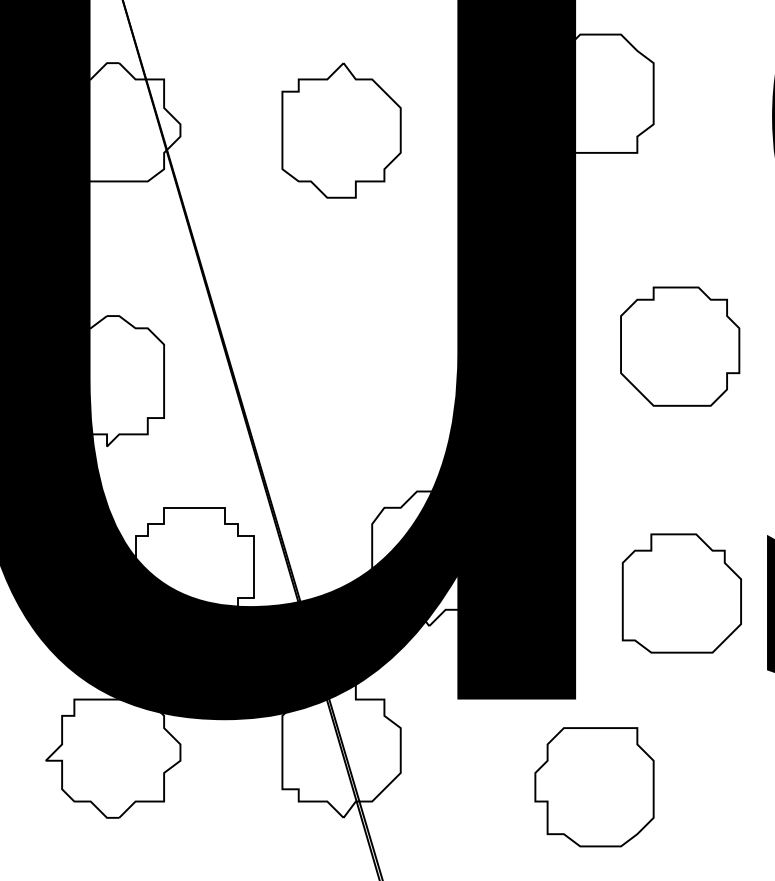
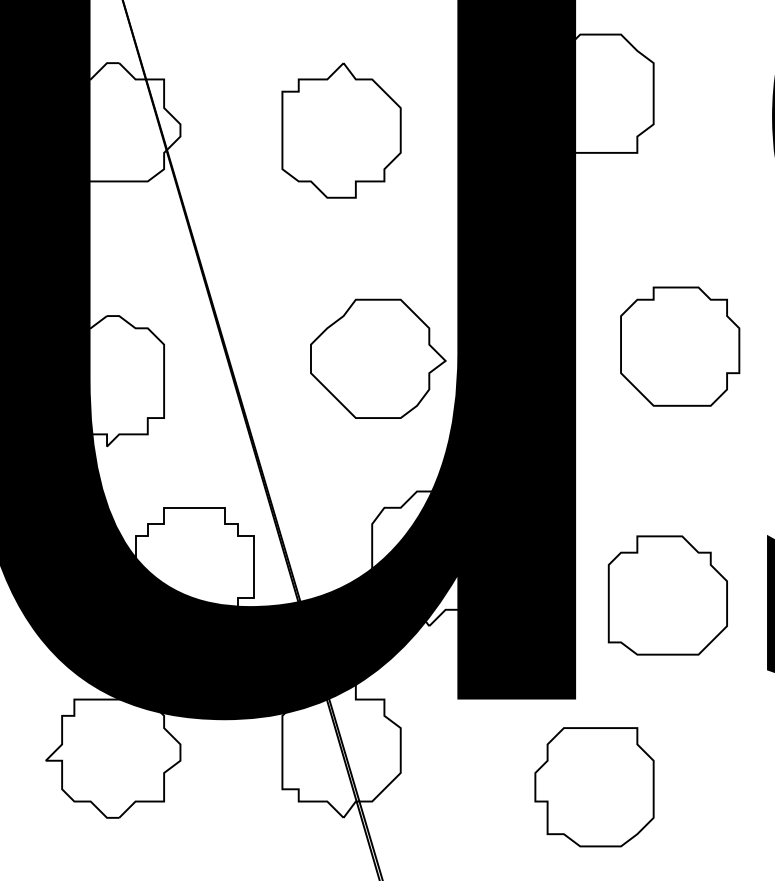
part at (378, 358): none -> present
part at (681, 593) position: (681, 593) -> (667, 595)
